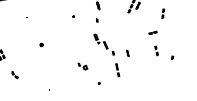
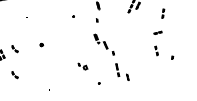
part at (152, 32) position: (152, 32) -> (157, 32)
part at (14, 49): none -> present
part at (127, 52) position: (127, 52) -> (127, 76)
